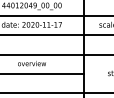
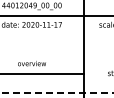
line at (56, 35): present -> none
line at (56, 54): present -> none
line at (57, 93): solid -> dashed
